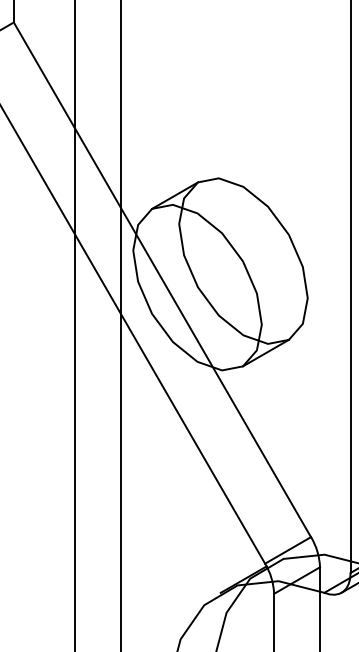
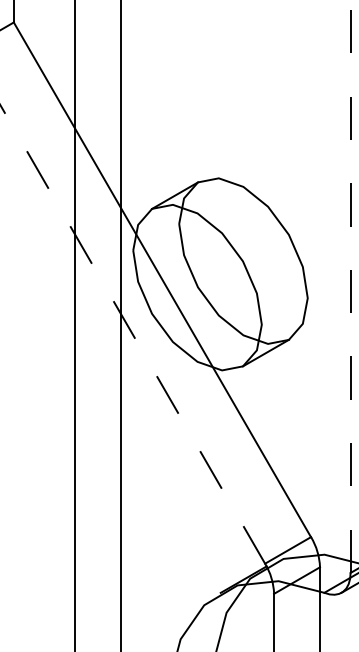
line at (350, 286): solid -> dashed
line at (132, 334): solid -> dashed
